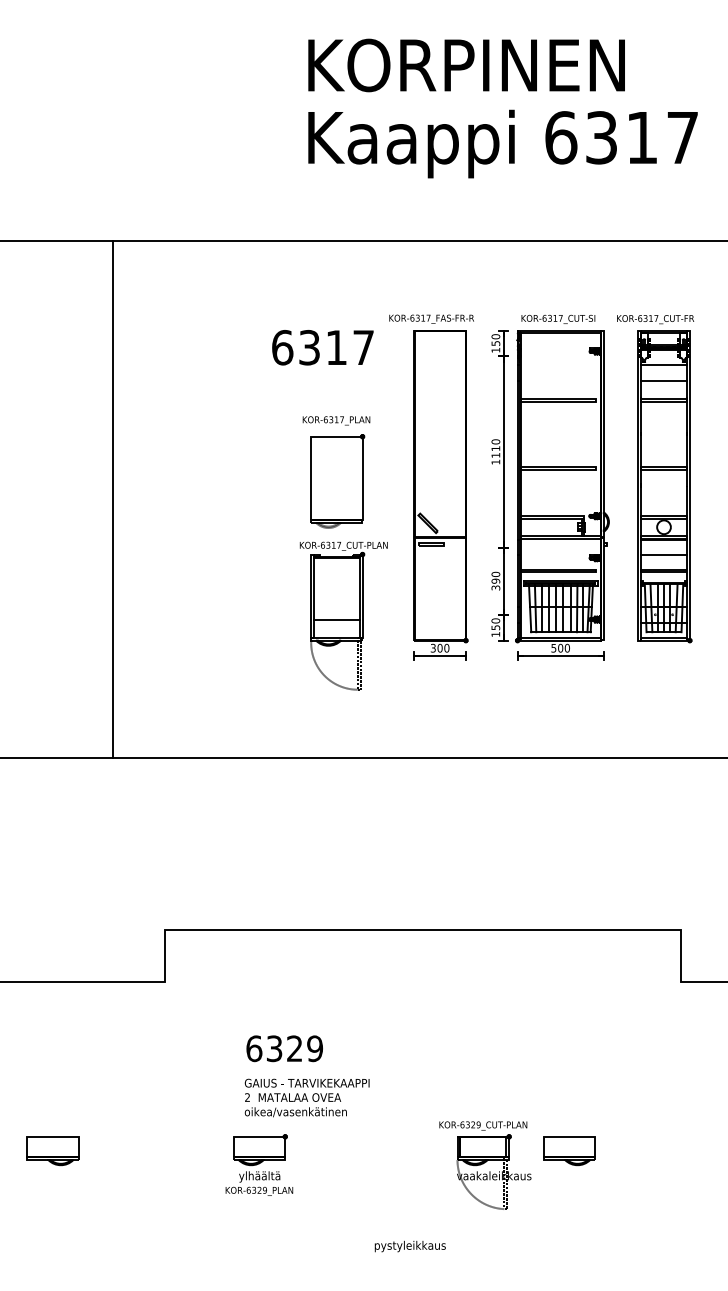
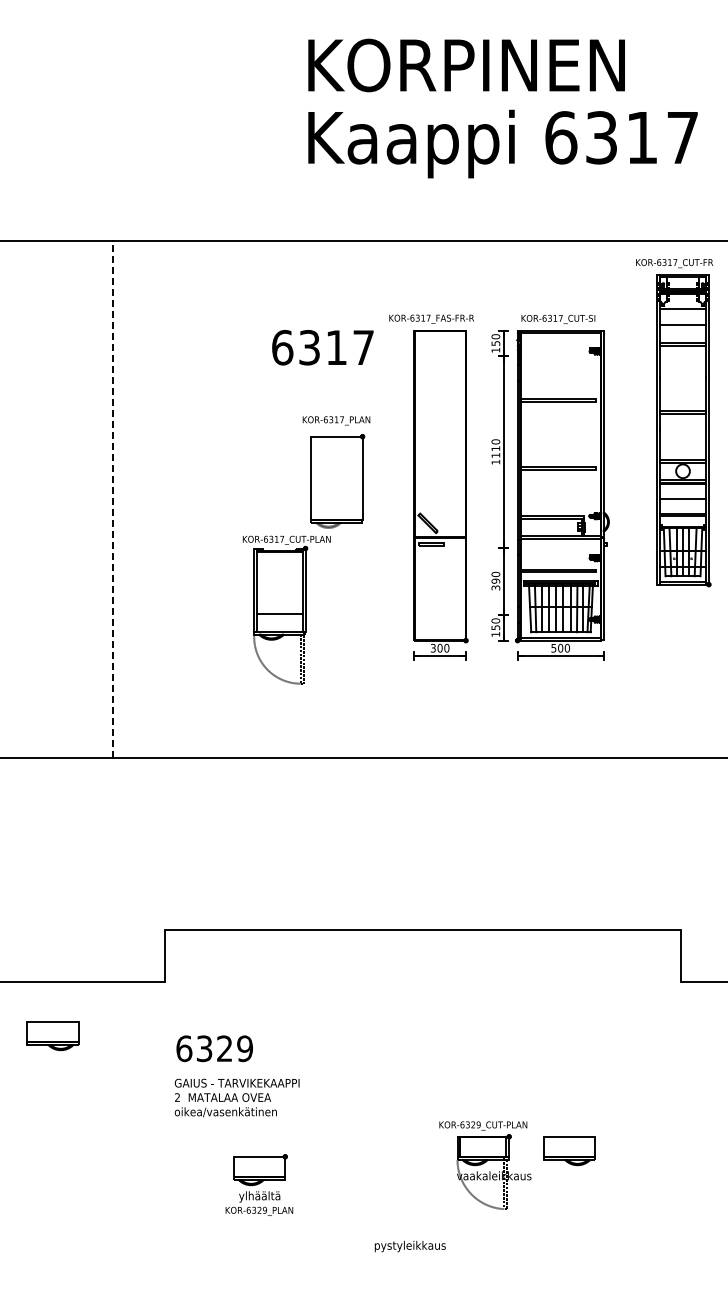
part at (655, 479) position: (655, 479) -> (674, 423)
line at (113, 499): solid -> dashed
part at (343, 615) position: (343, 615) -> (286, 609)
text at (306, 1076) position: (306, 1076) -> (236, 1076)
part at (52, 1151) position: (52, 1151) -> (52, 1036)
part at (259, 1164) position: (259, 1164) -> (259, 1184)
